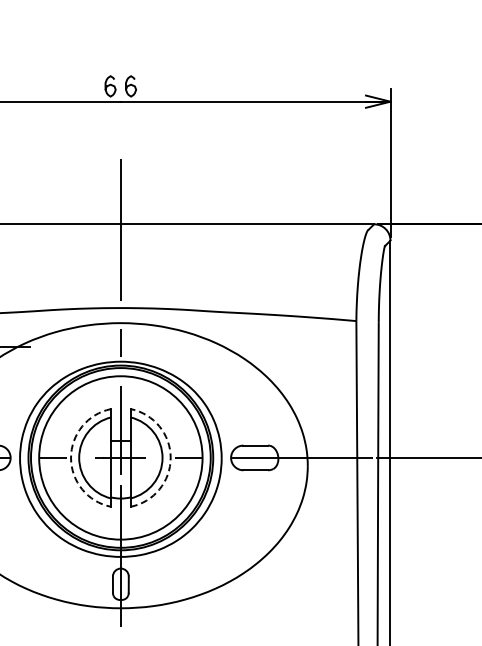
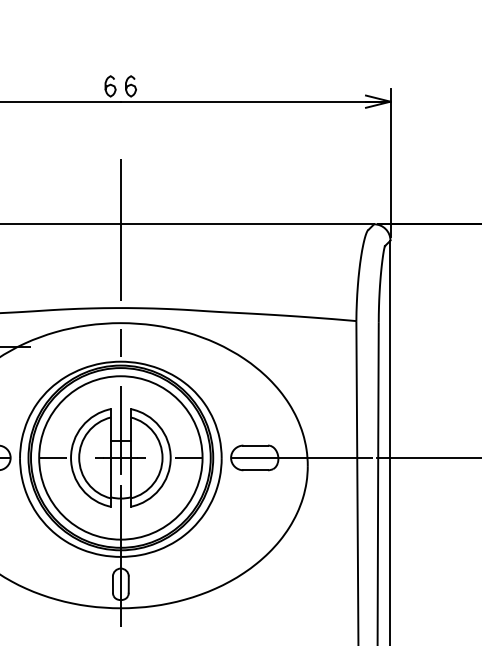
arc at (71, 457): dashed -> solid
arc at (170, 457): dashed -> solid
